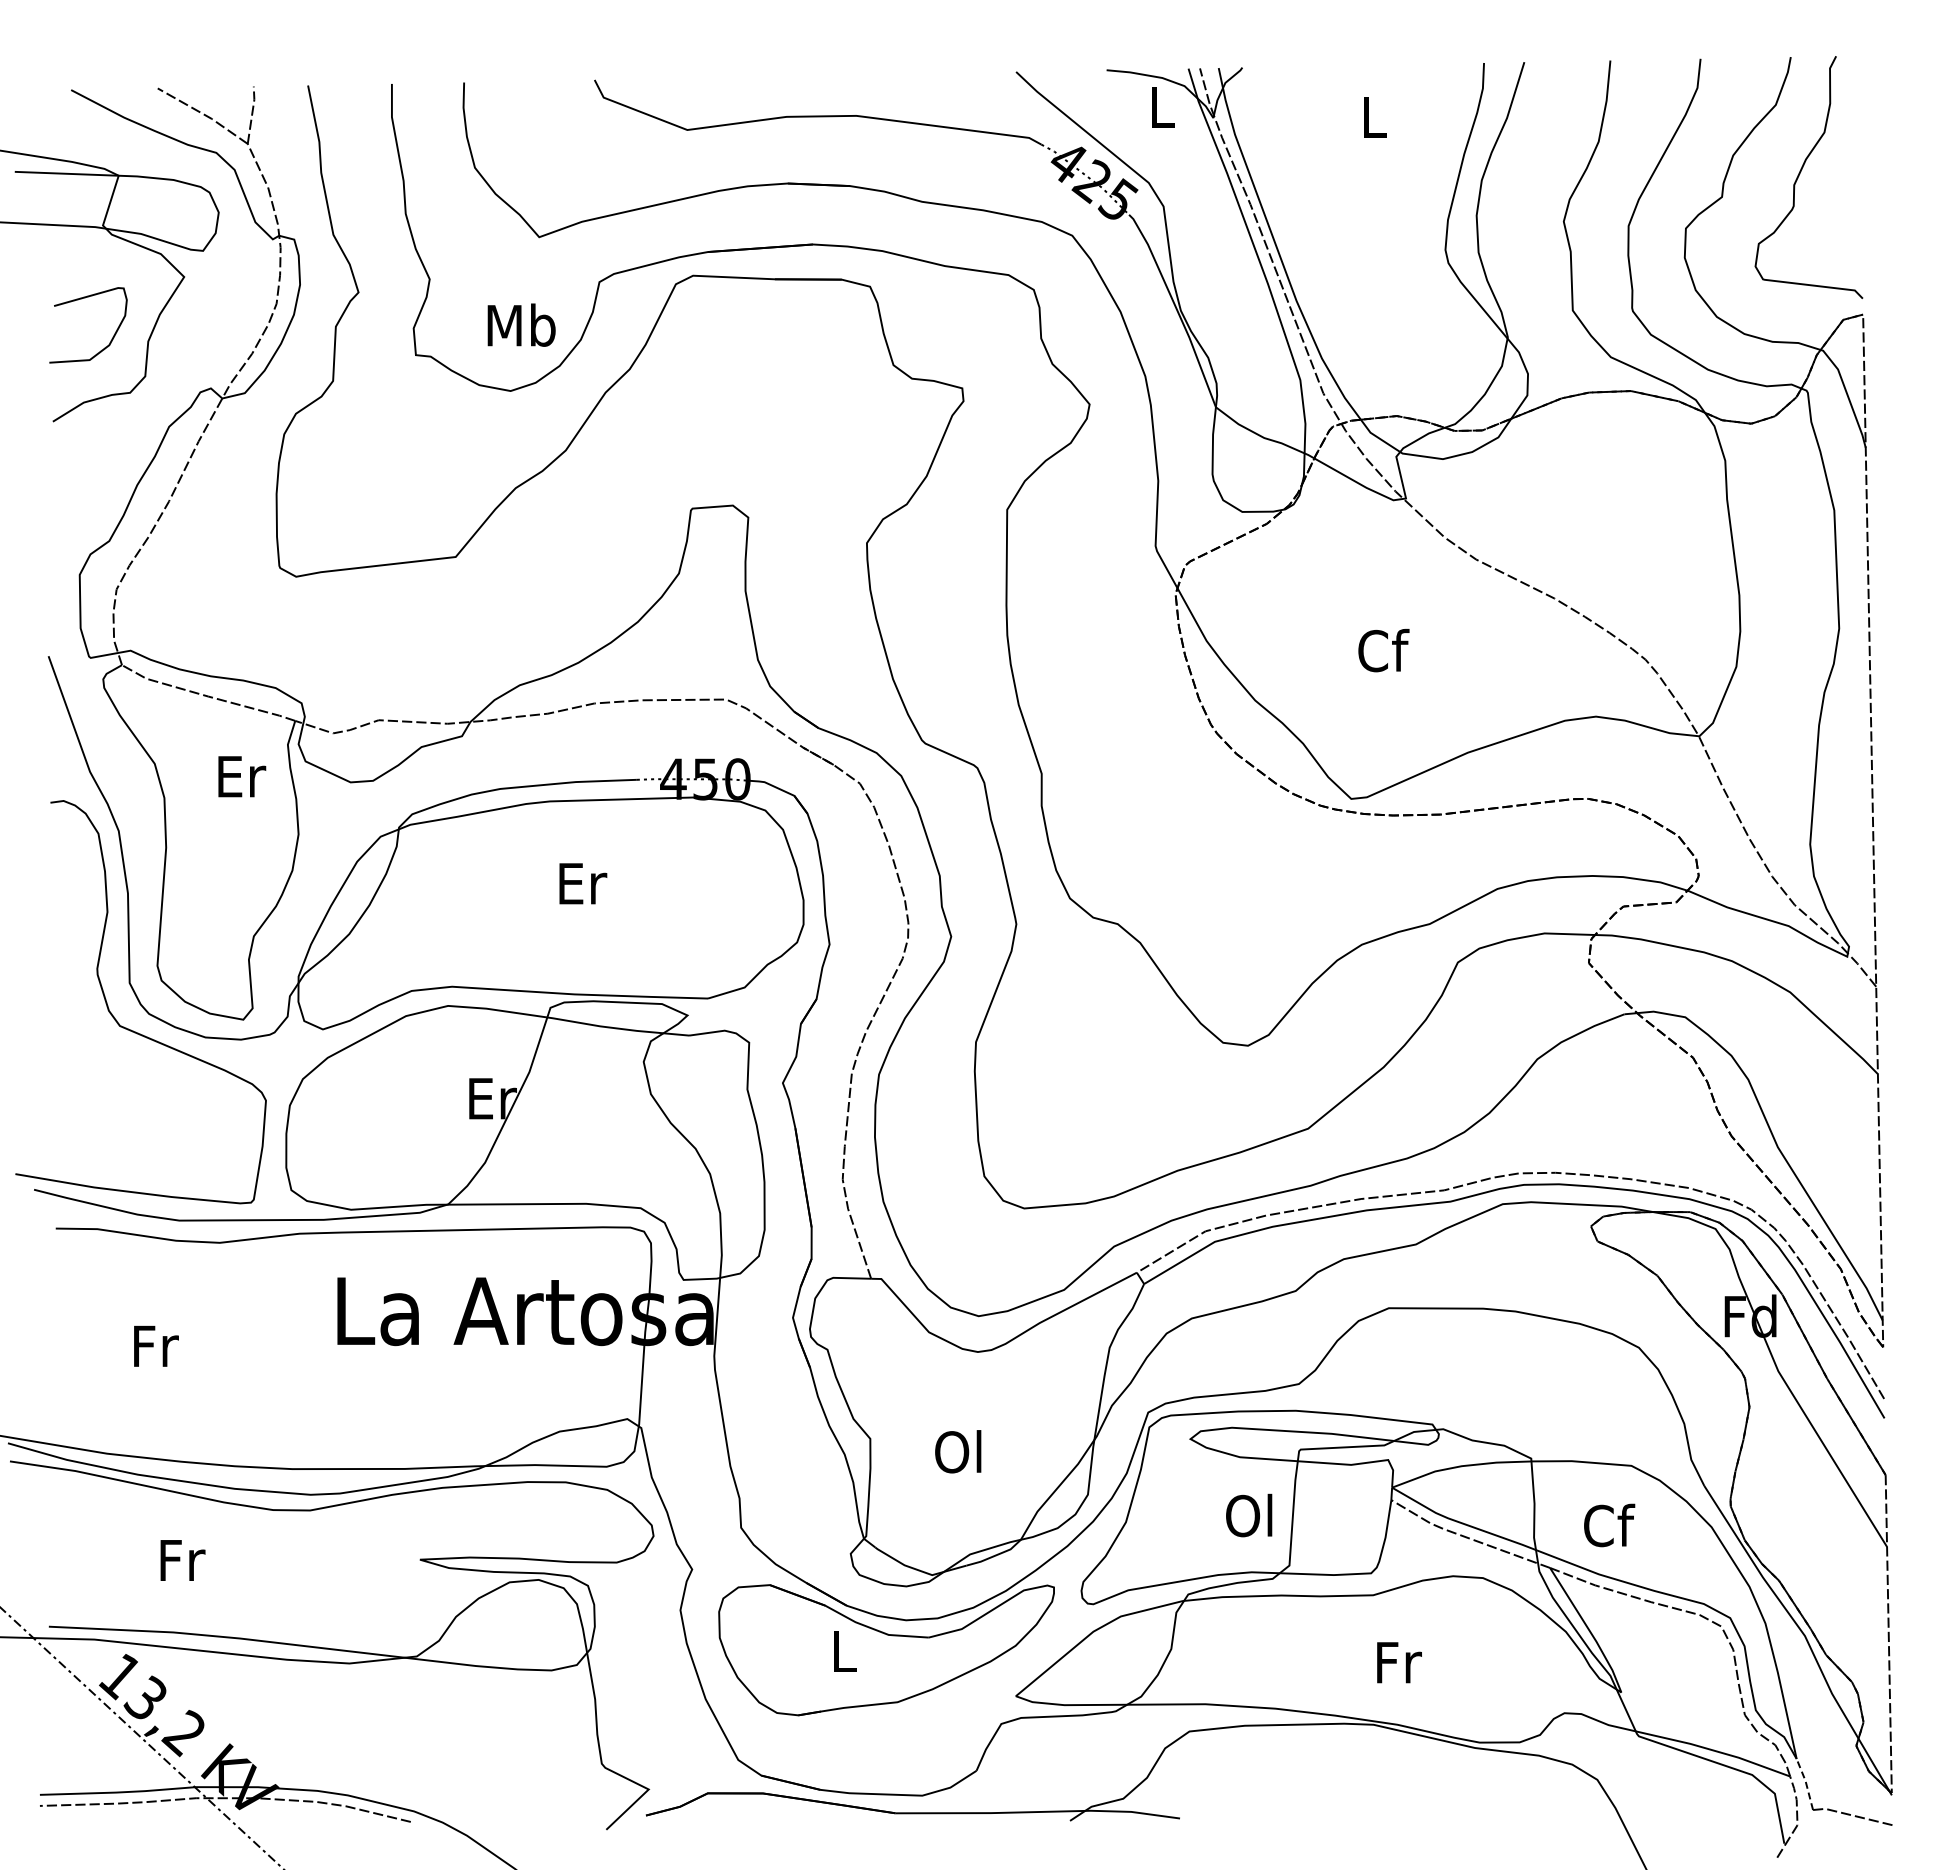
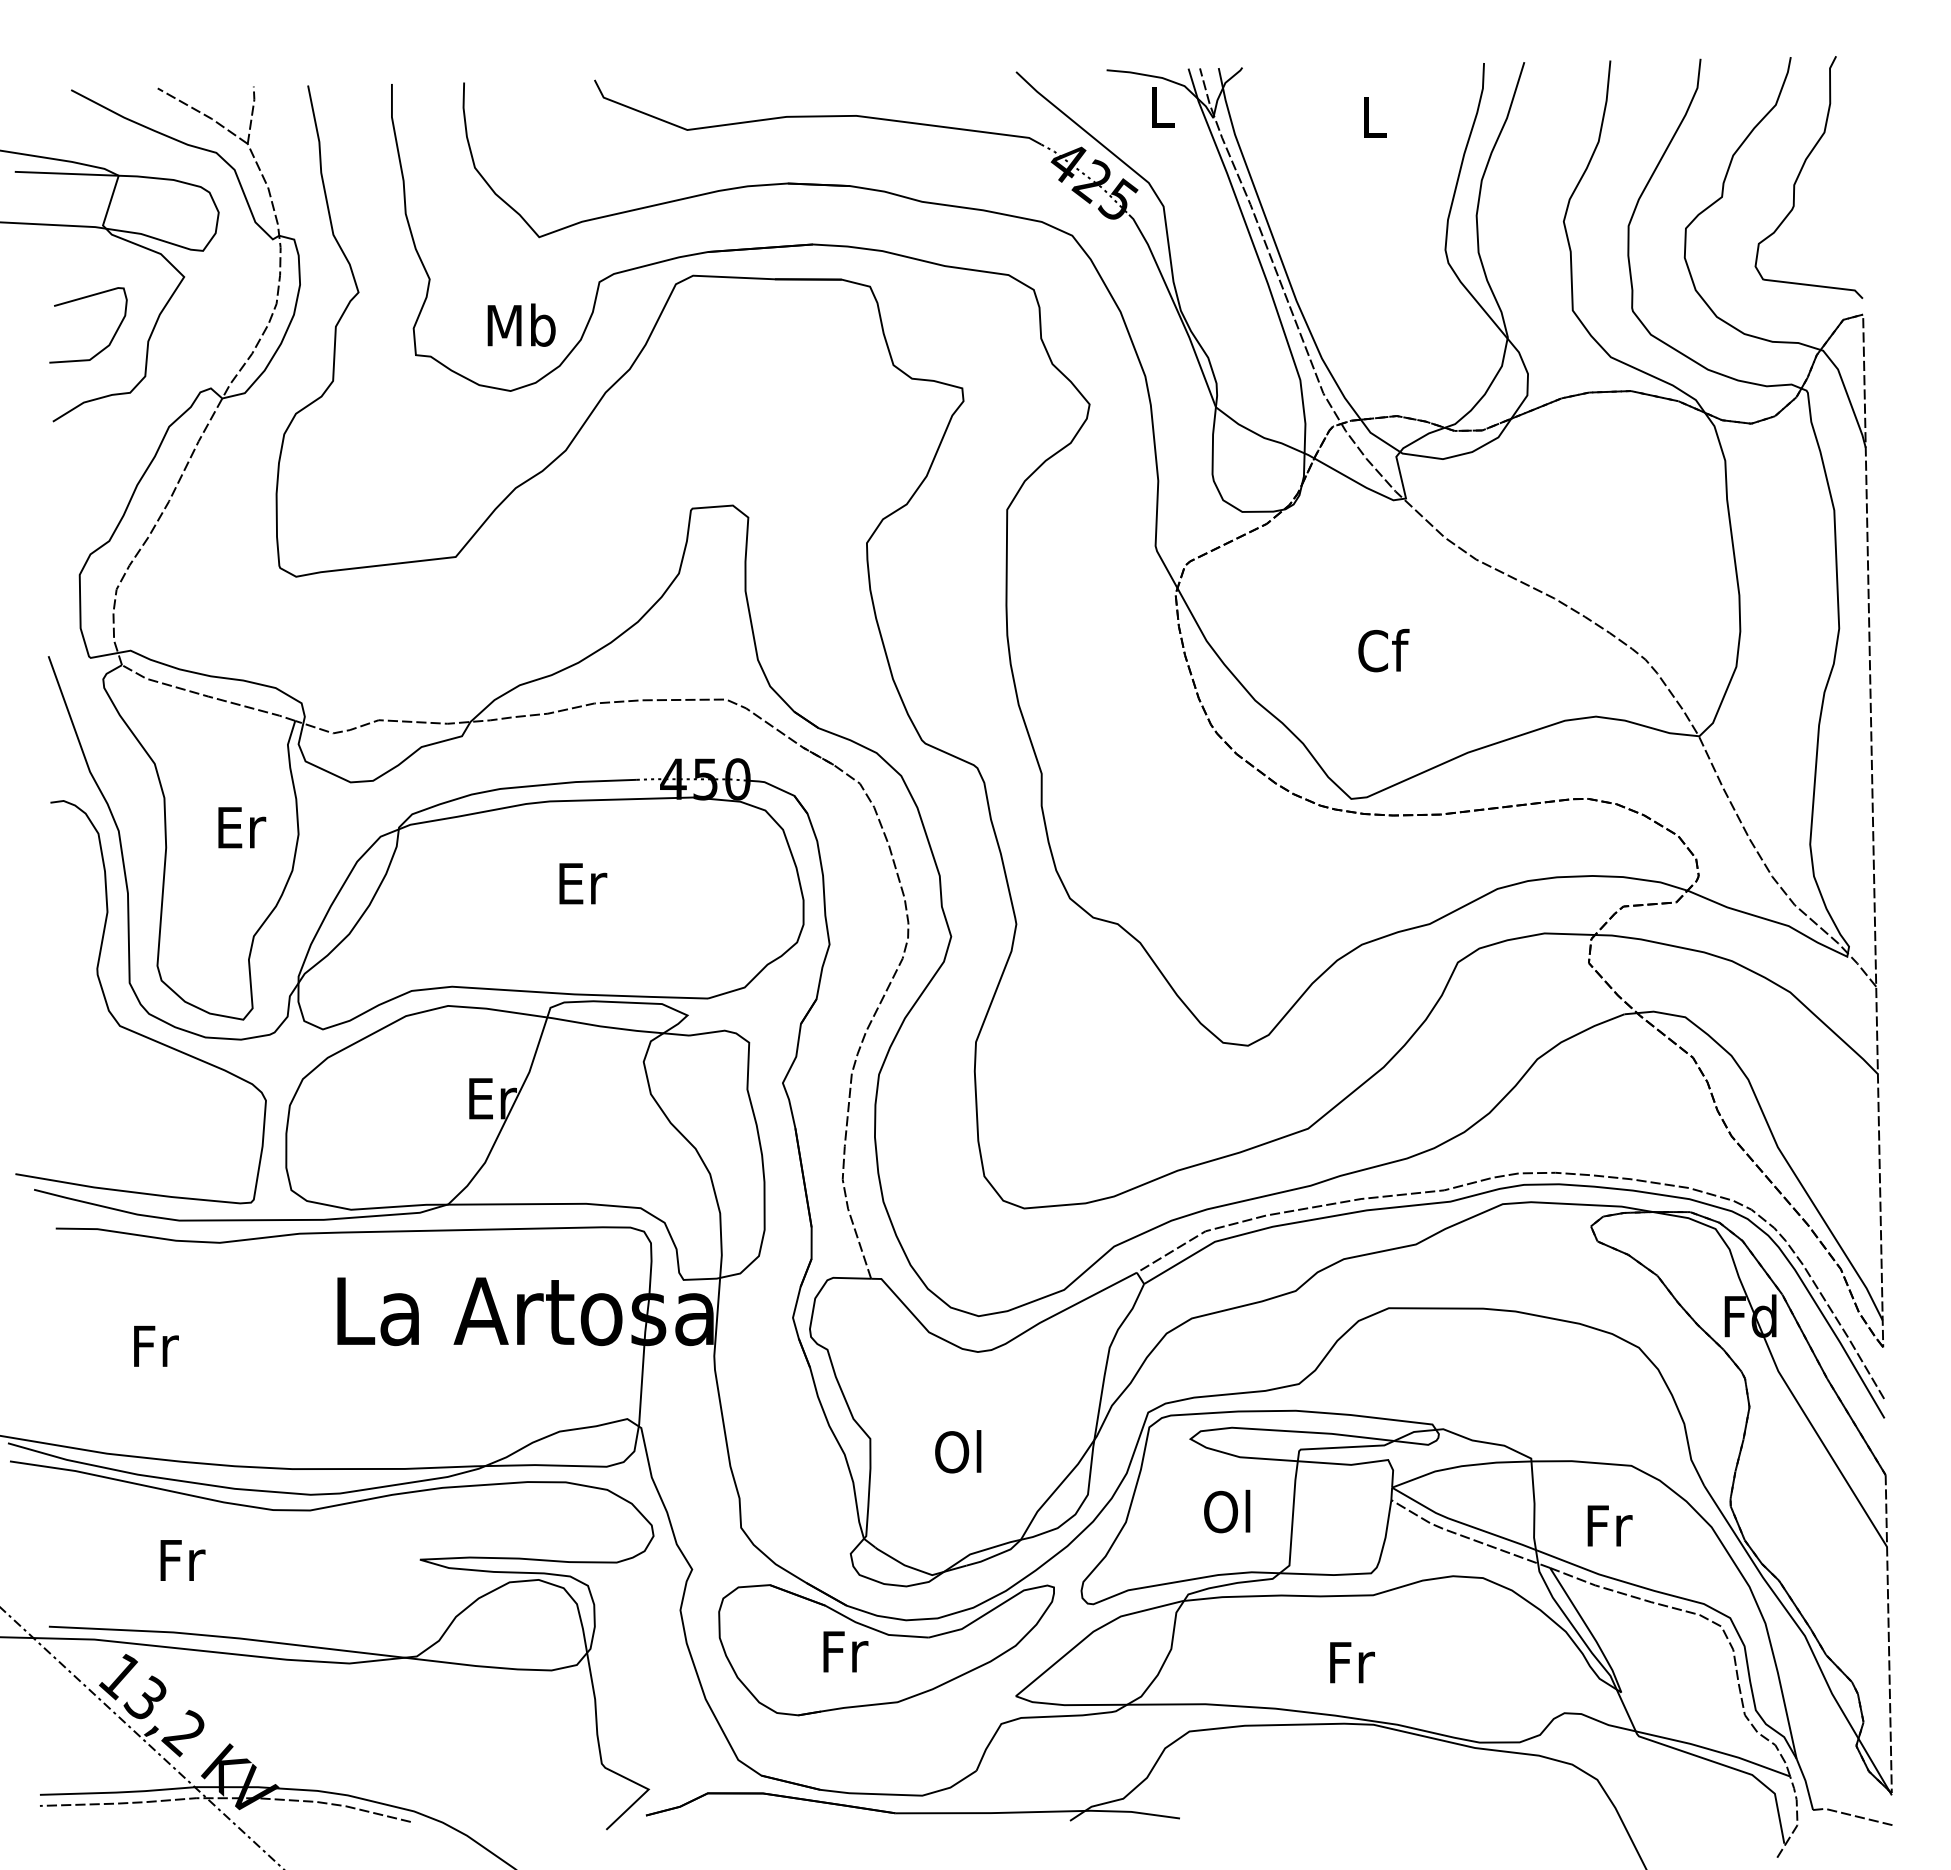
text at (242, 776) position: (242, 776) -> (242, 827)
text at (1249, 1515) position: (1249, 1515) -> (1227, 1511)
text at (1609, 1525): Cf -> Fr
text at (845, 1651): L -> Fr
text at (1399, 1662) position: (1399, 1662) -> (1352, 1662)
line at (1806, 1783): dashed -> solid
